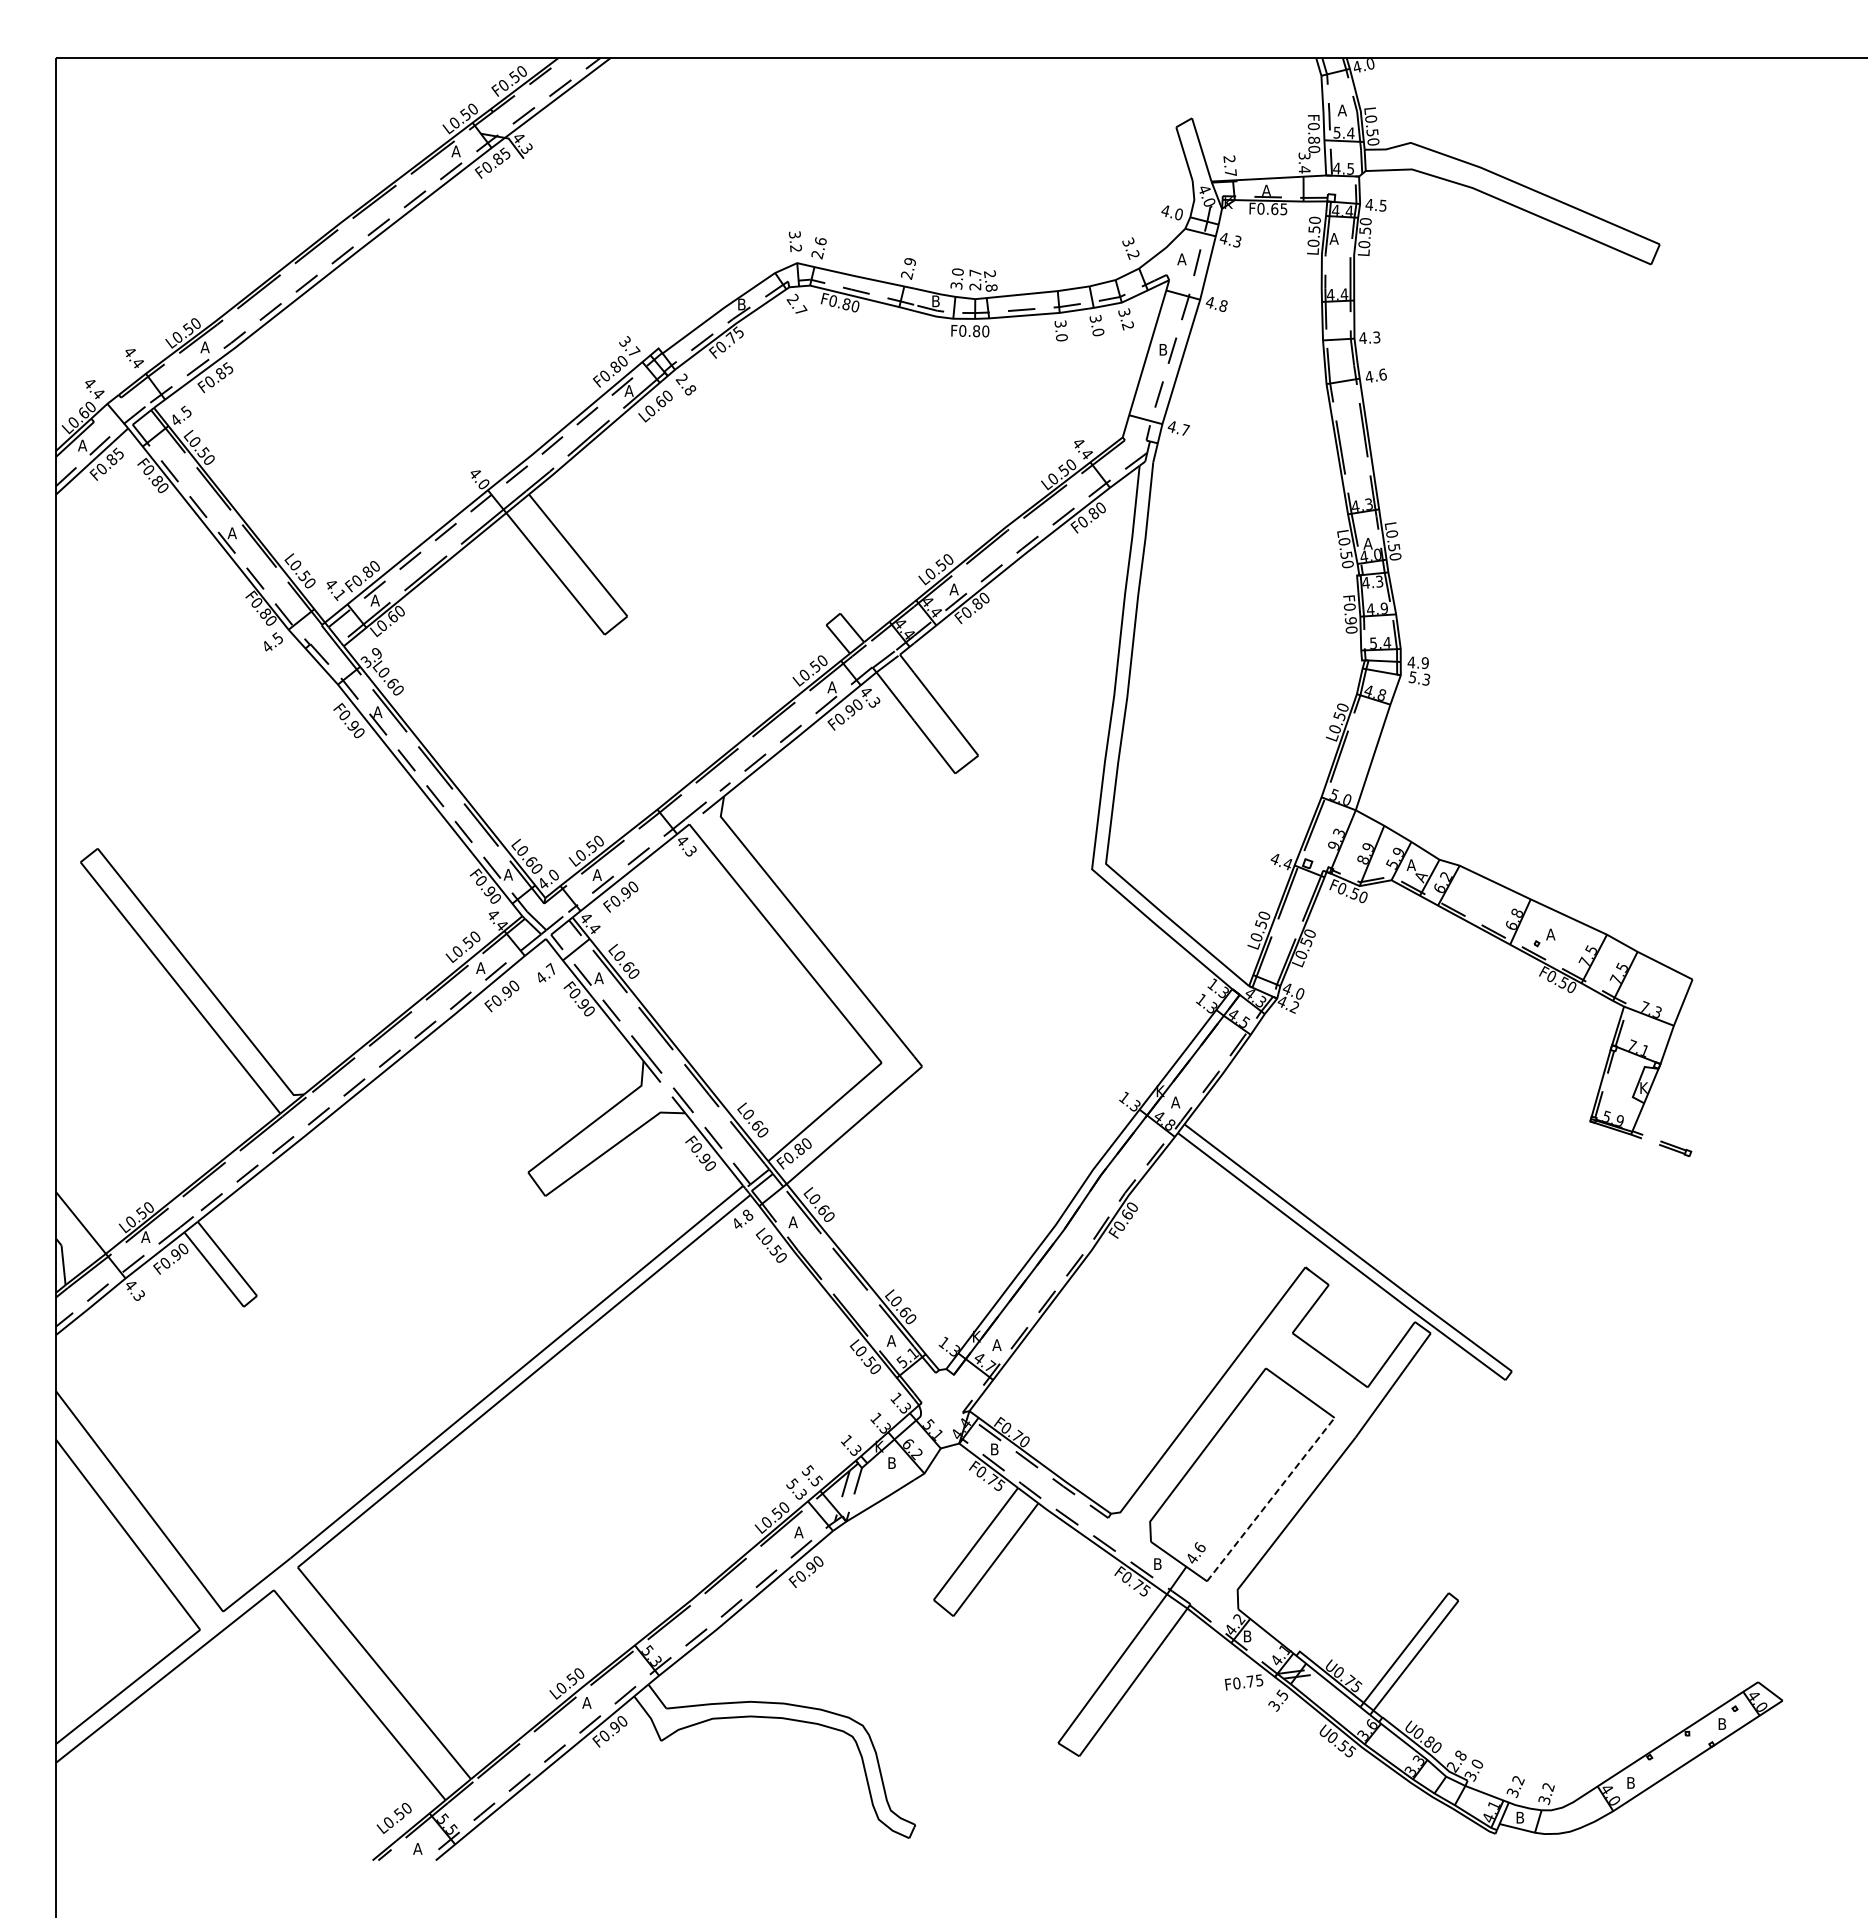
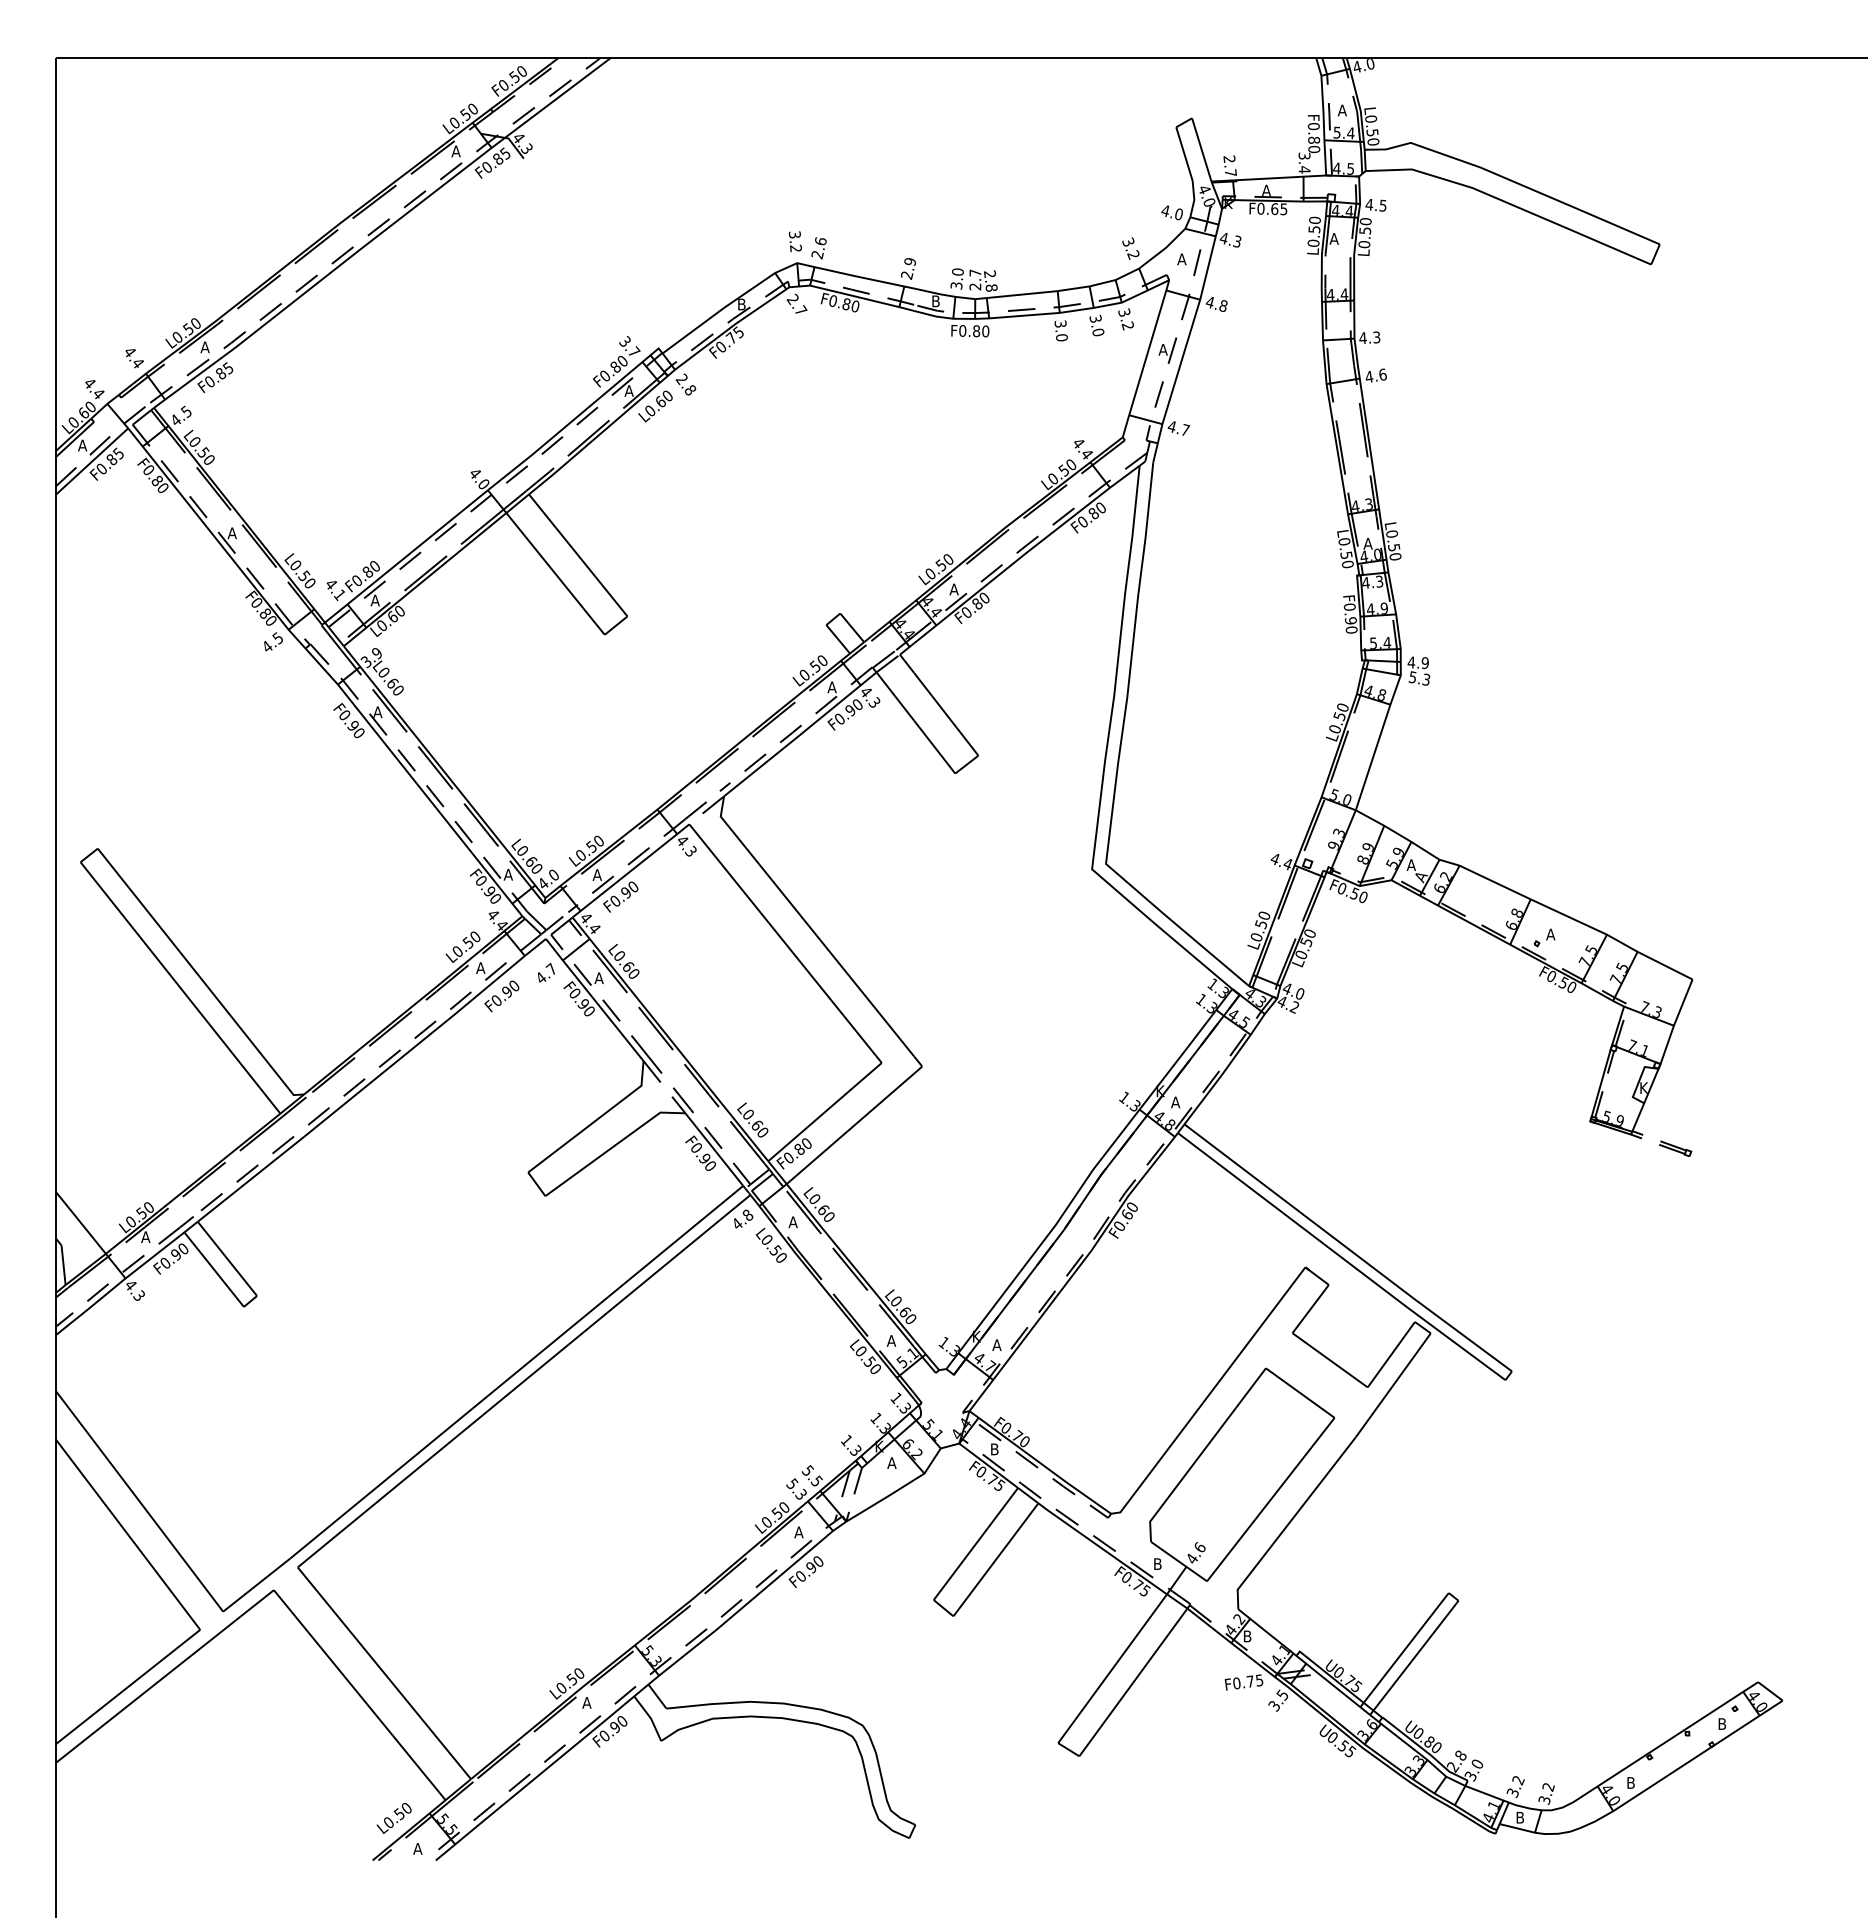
text at (1162, 349): B -> A
text at (891, 1462): B -> A
line at (1270, 1499): dashed -> solid
